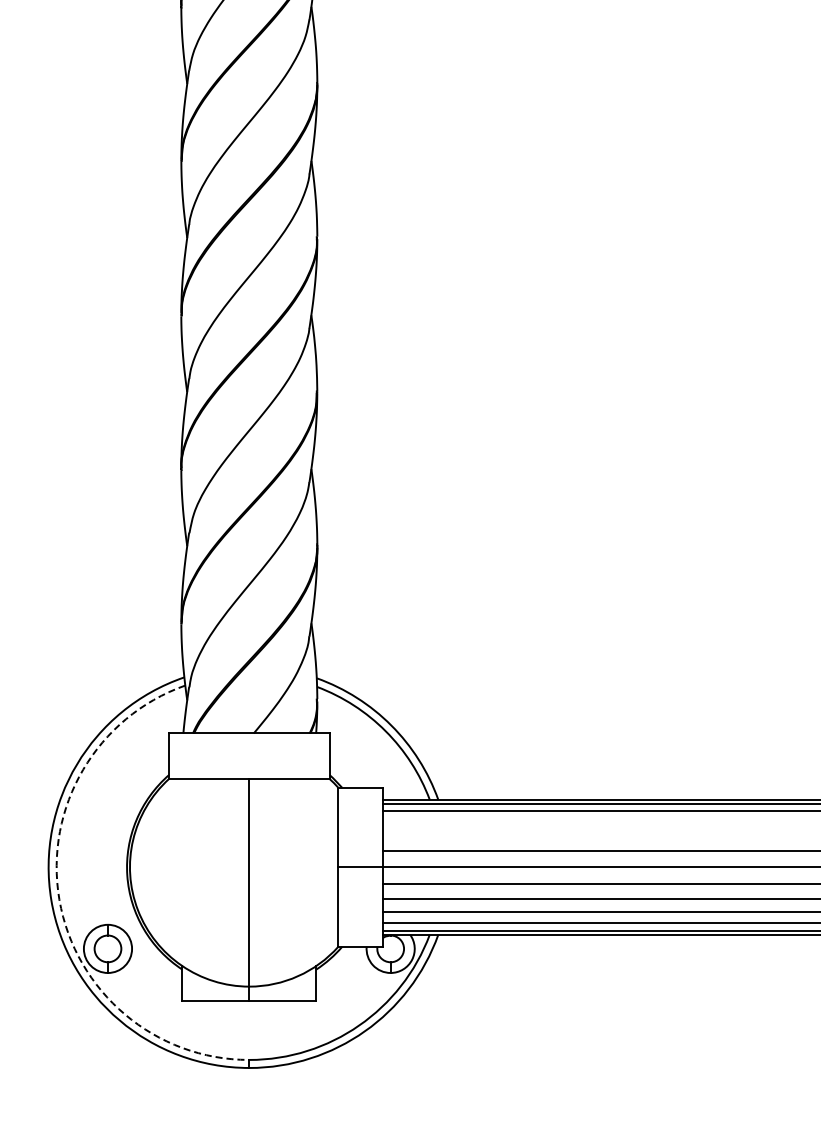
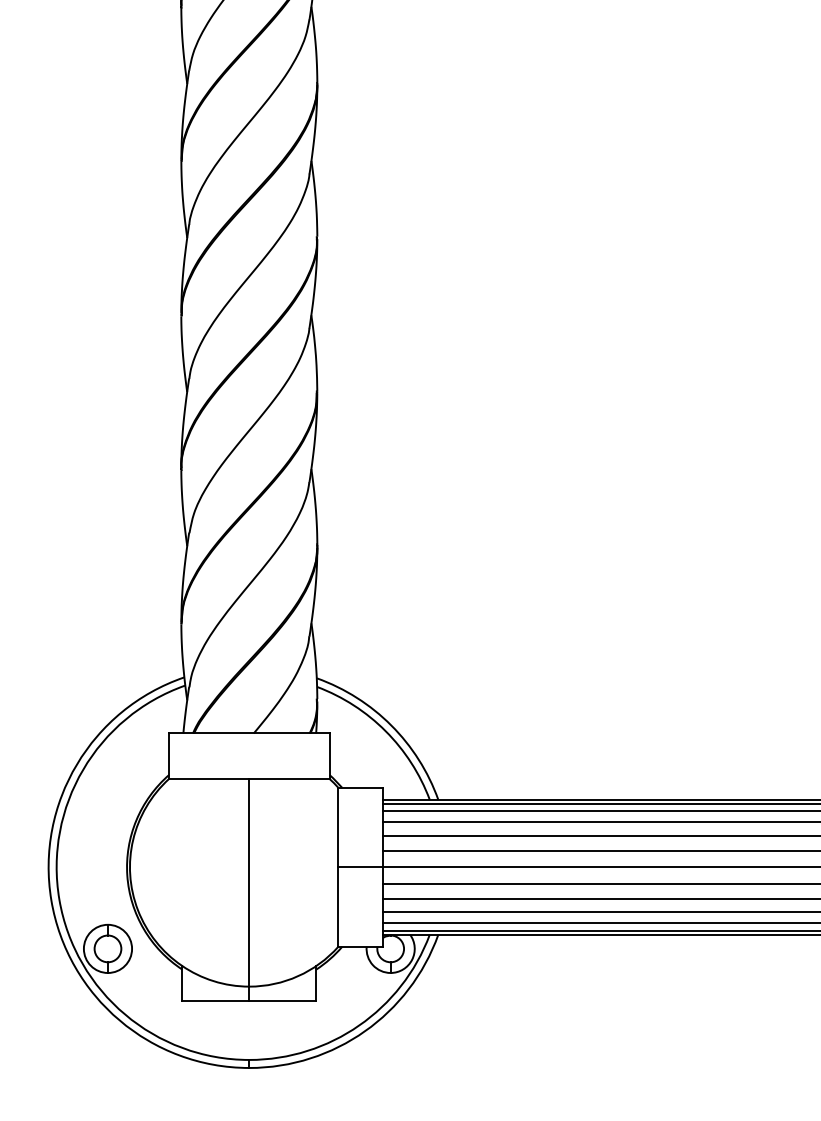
line at (600, 822): none -> present
line at (600, 835): none -> present
arc at (59, 899): dashed -> solid
